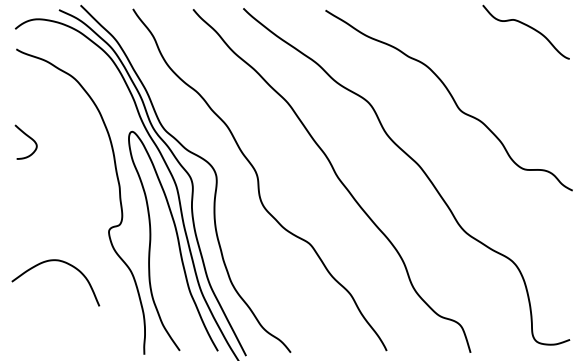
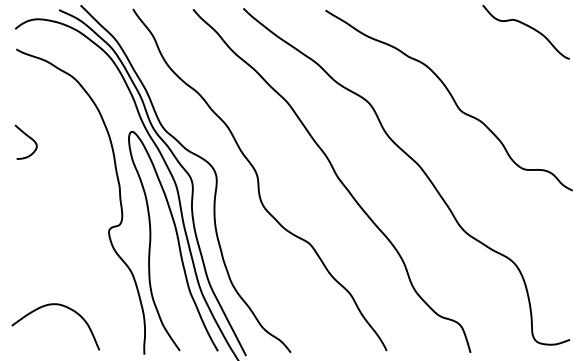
curve at (61, 262) position: (61, 262) -> (61, 306)
